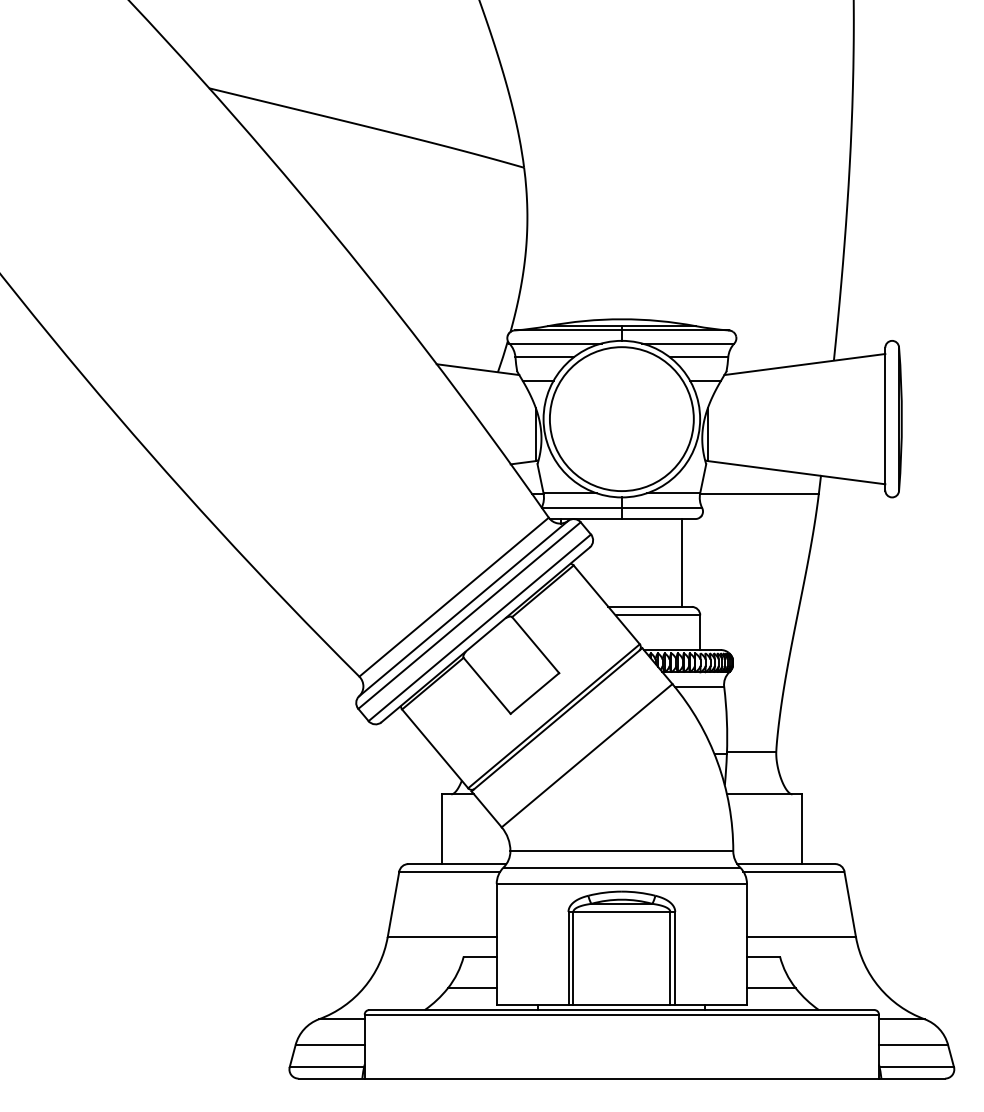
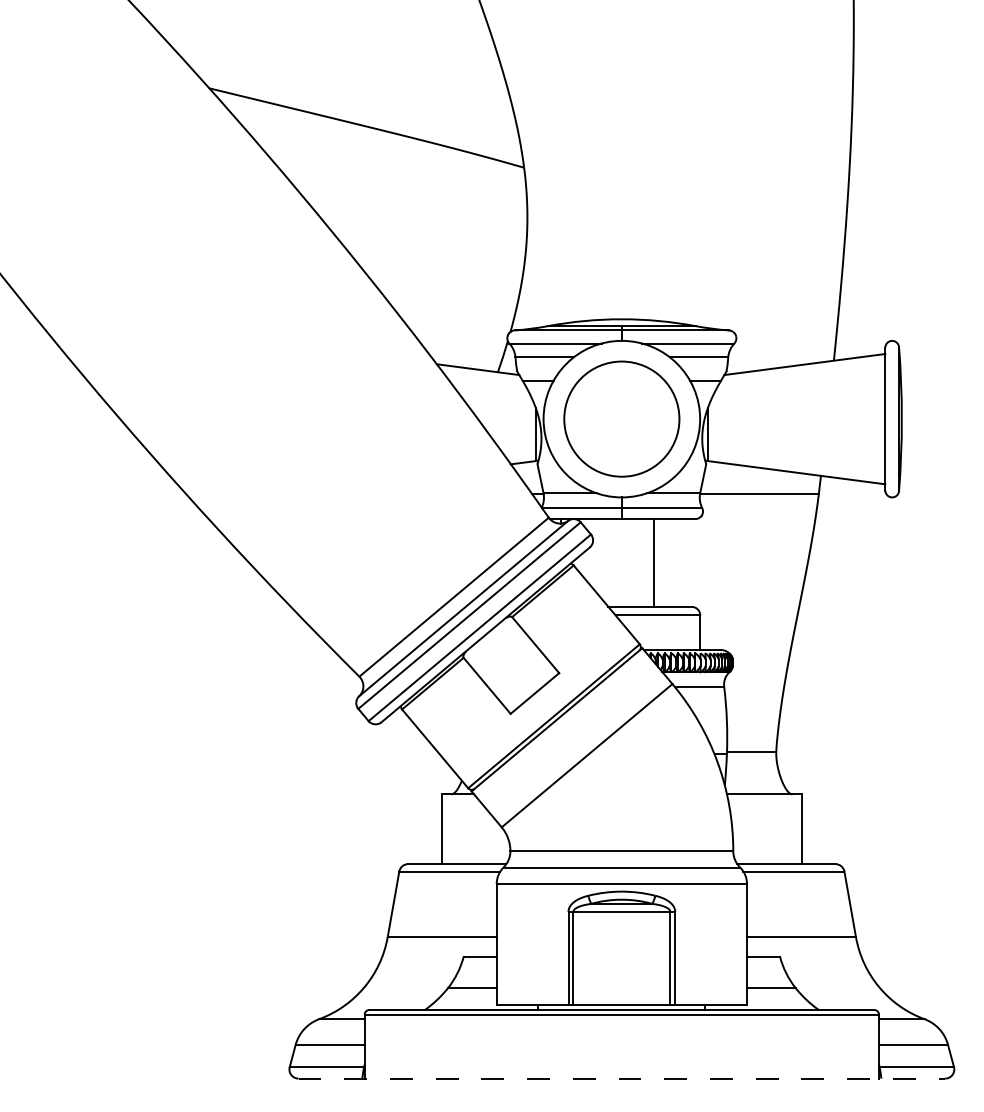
circle at (621, 419) diameter: 144 px -> 115 px
line at (682, 562) position: (682, 562) -> (654, 562)
line at (622, 1078): solid -> dashed
